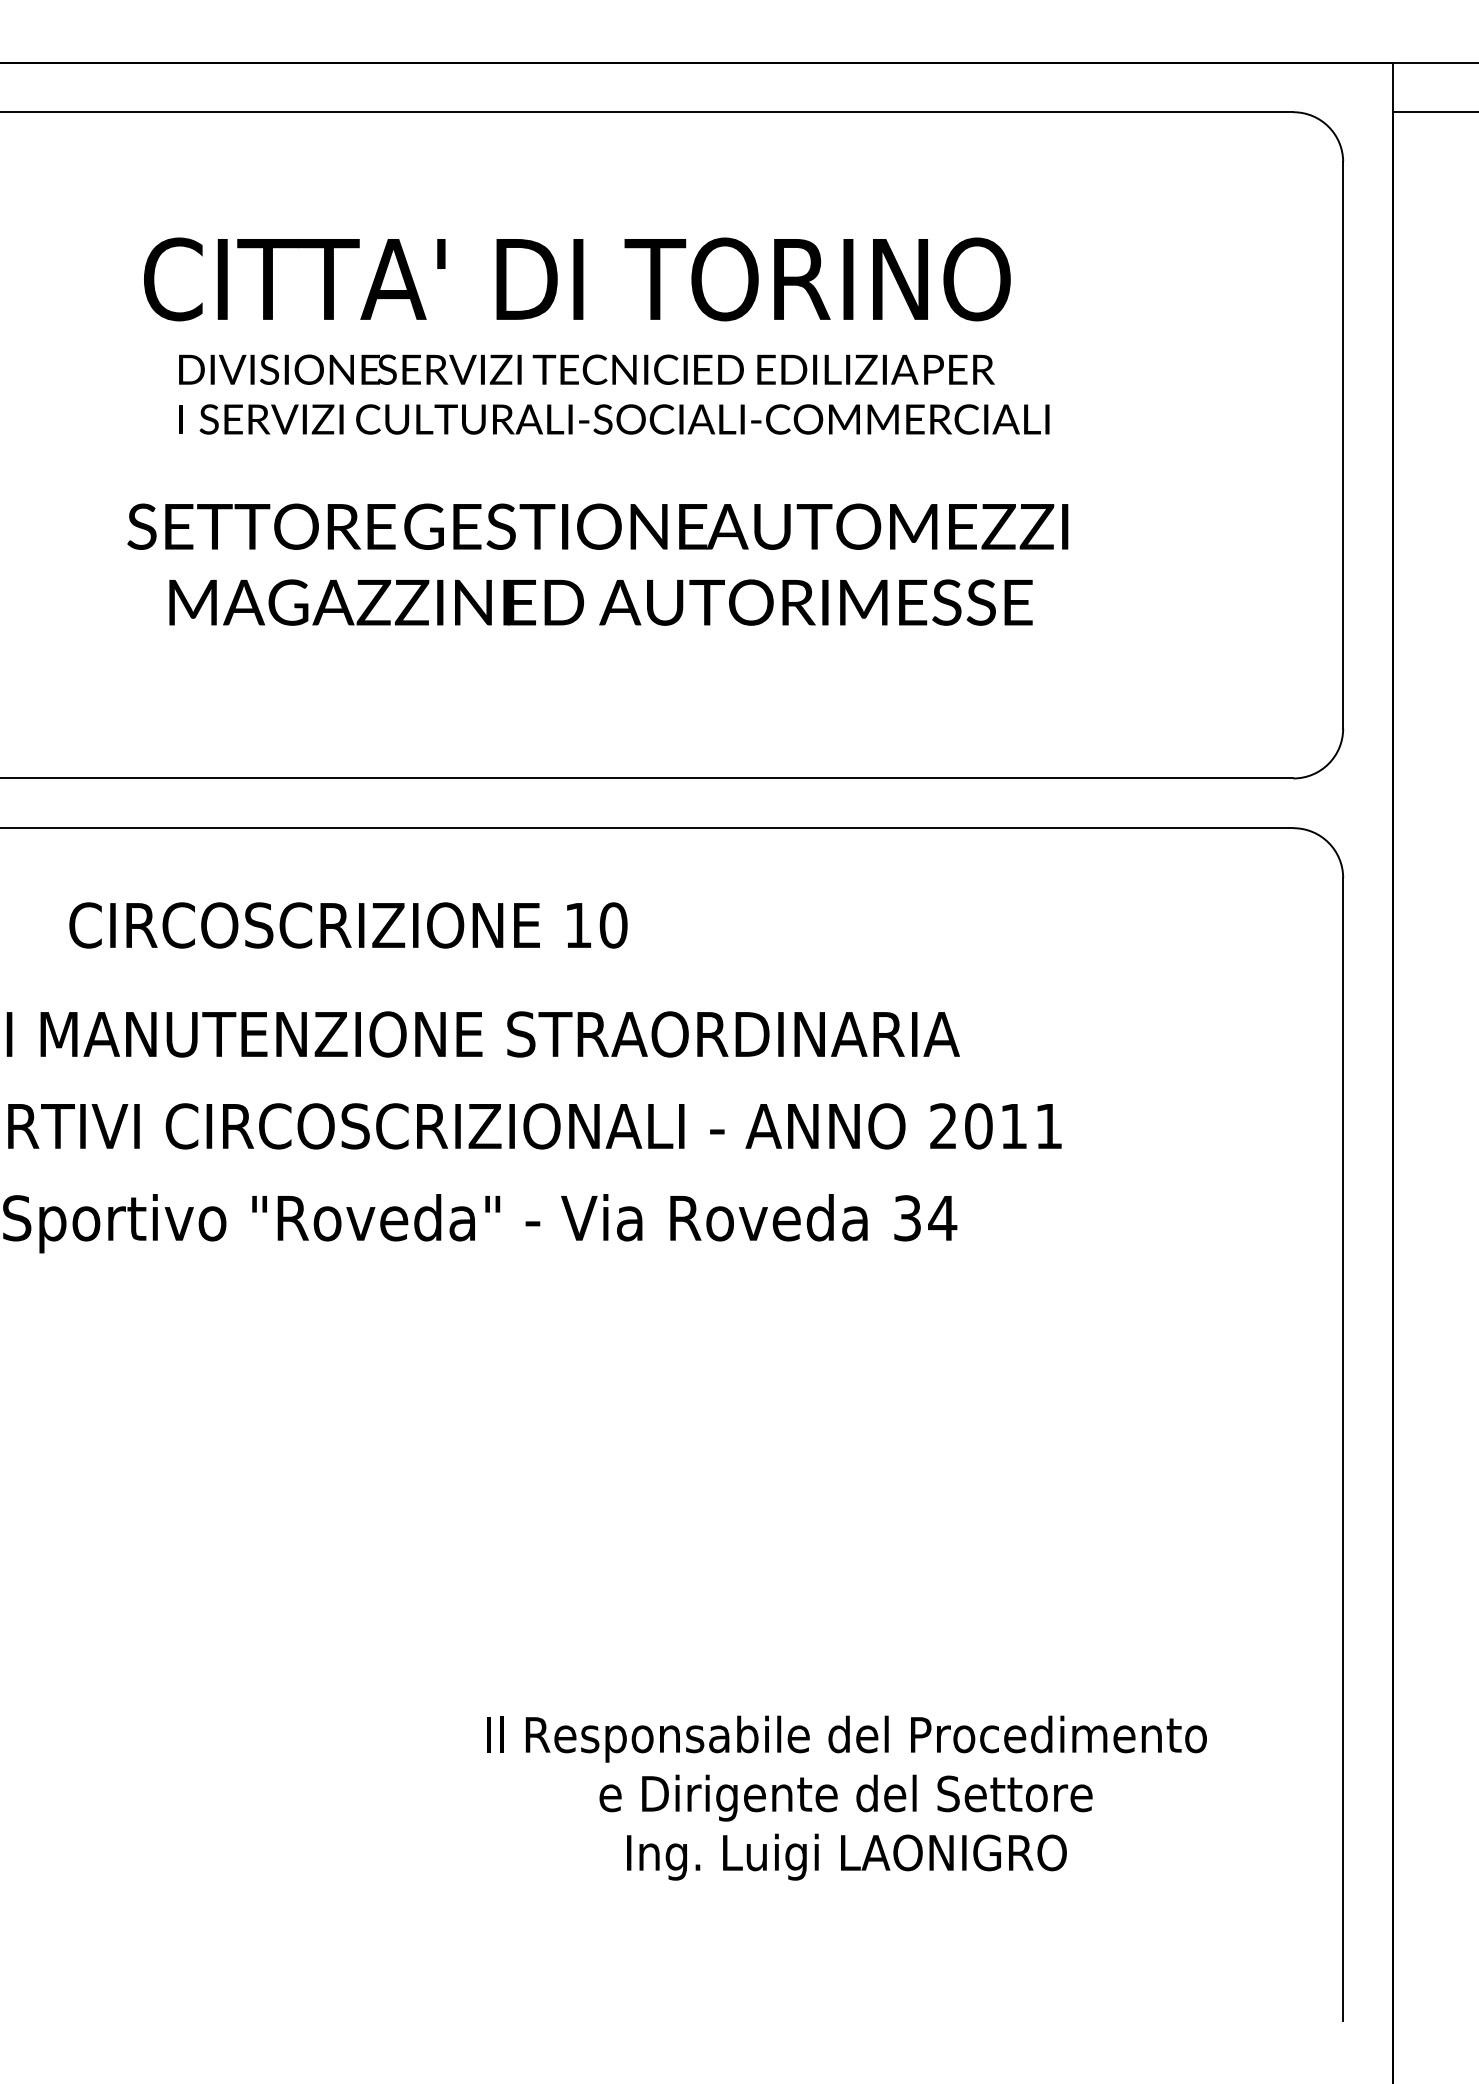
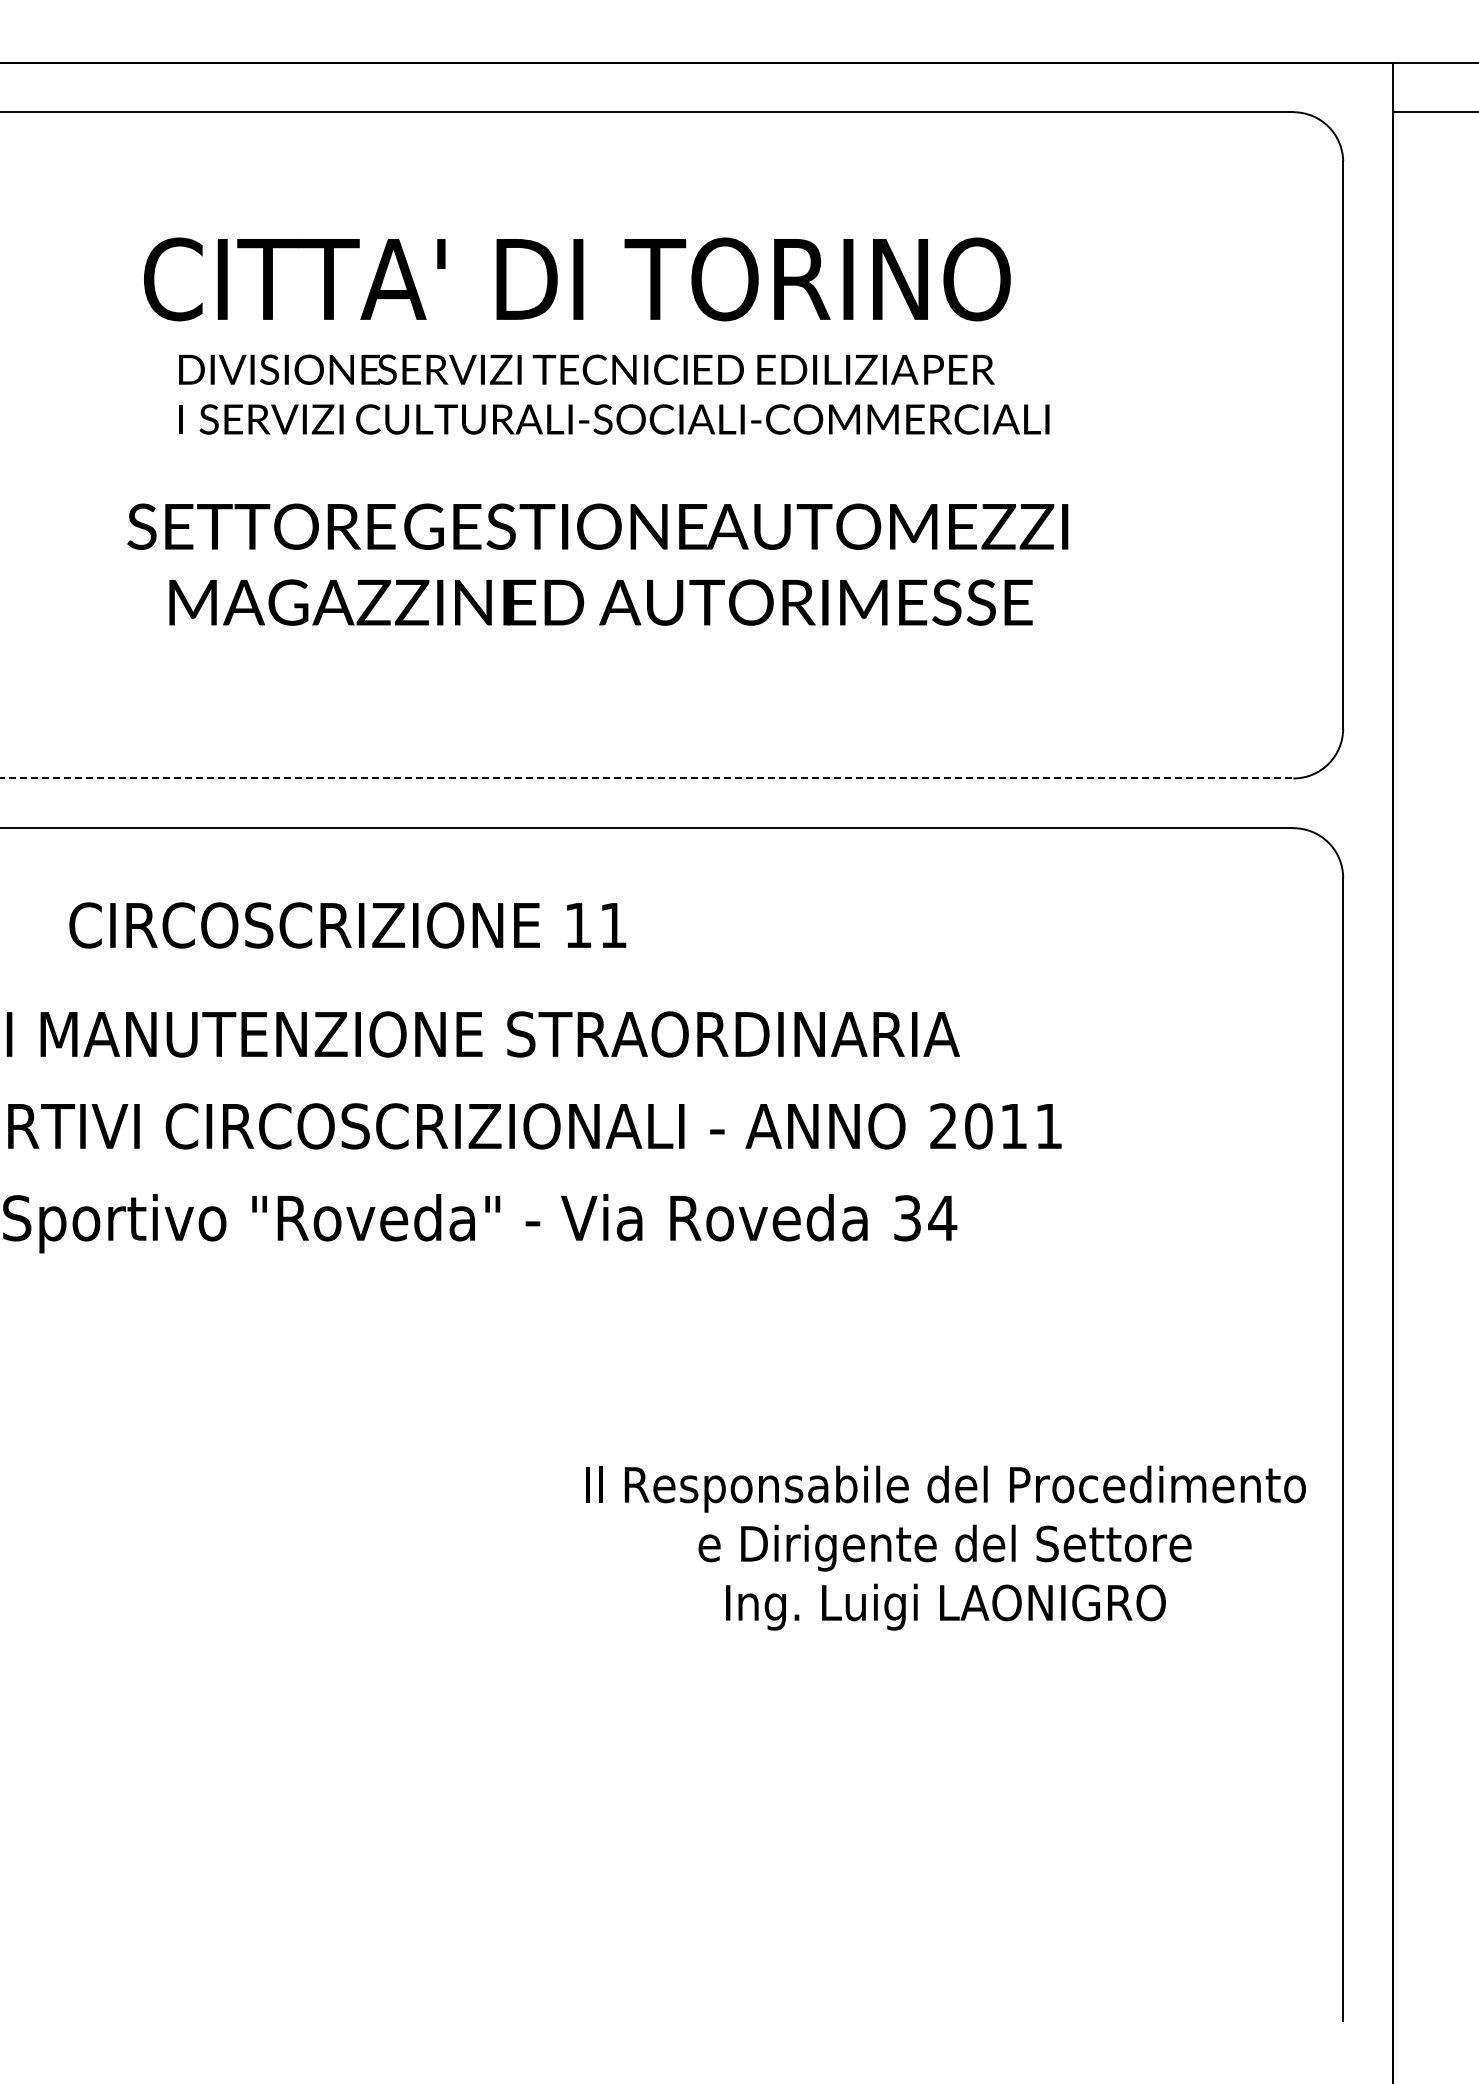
line at (647, 778): solid -> dashed
text at (613, 925): 10 -> 11
text at (846, 1797) position: (846, 1797) -> (945, 1547)
